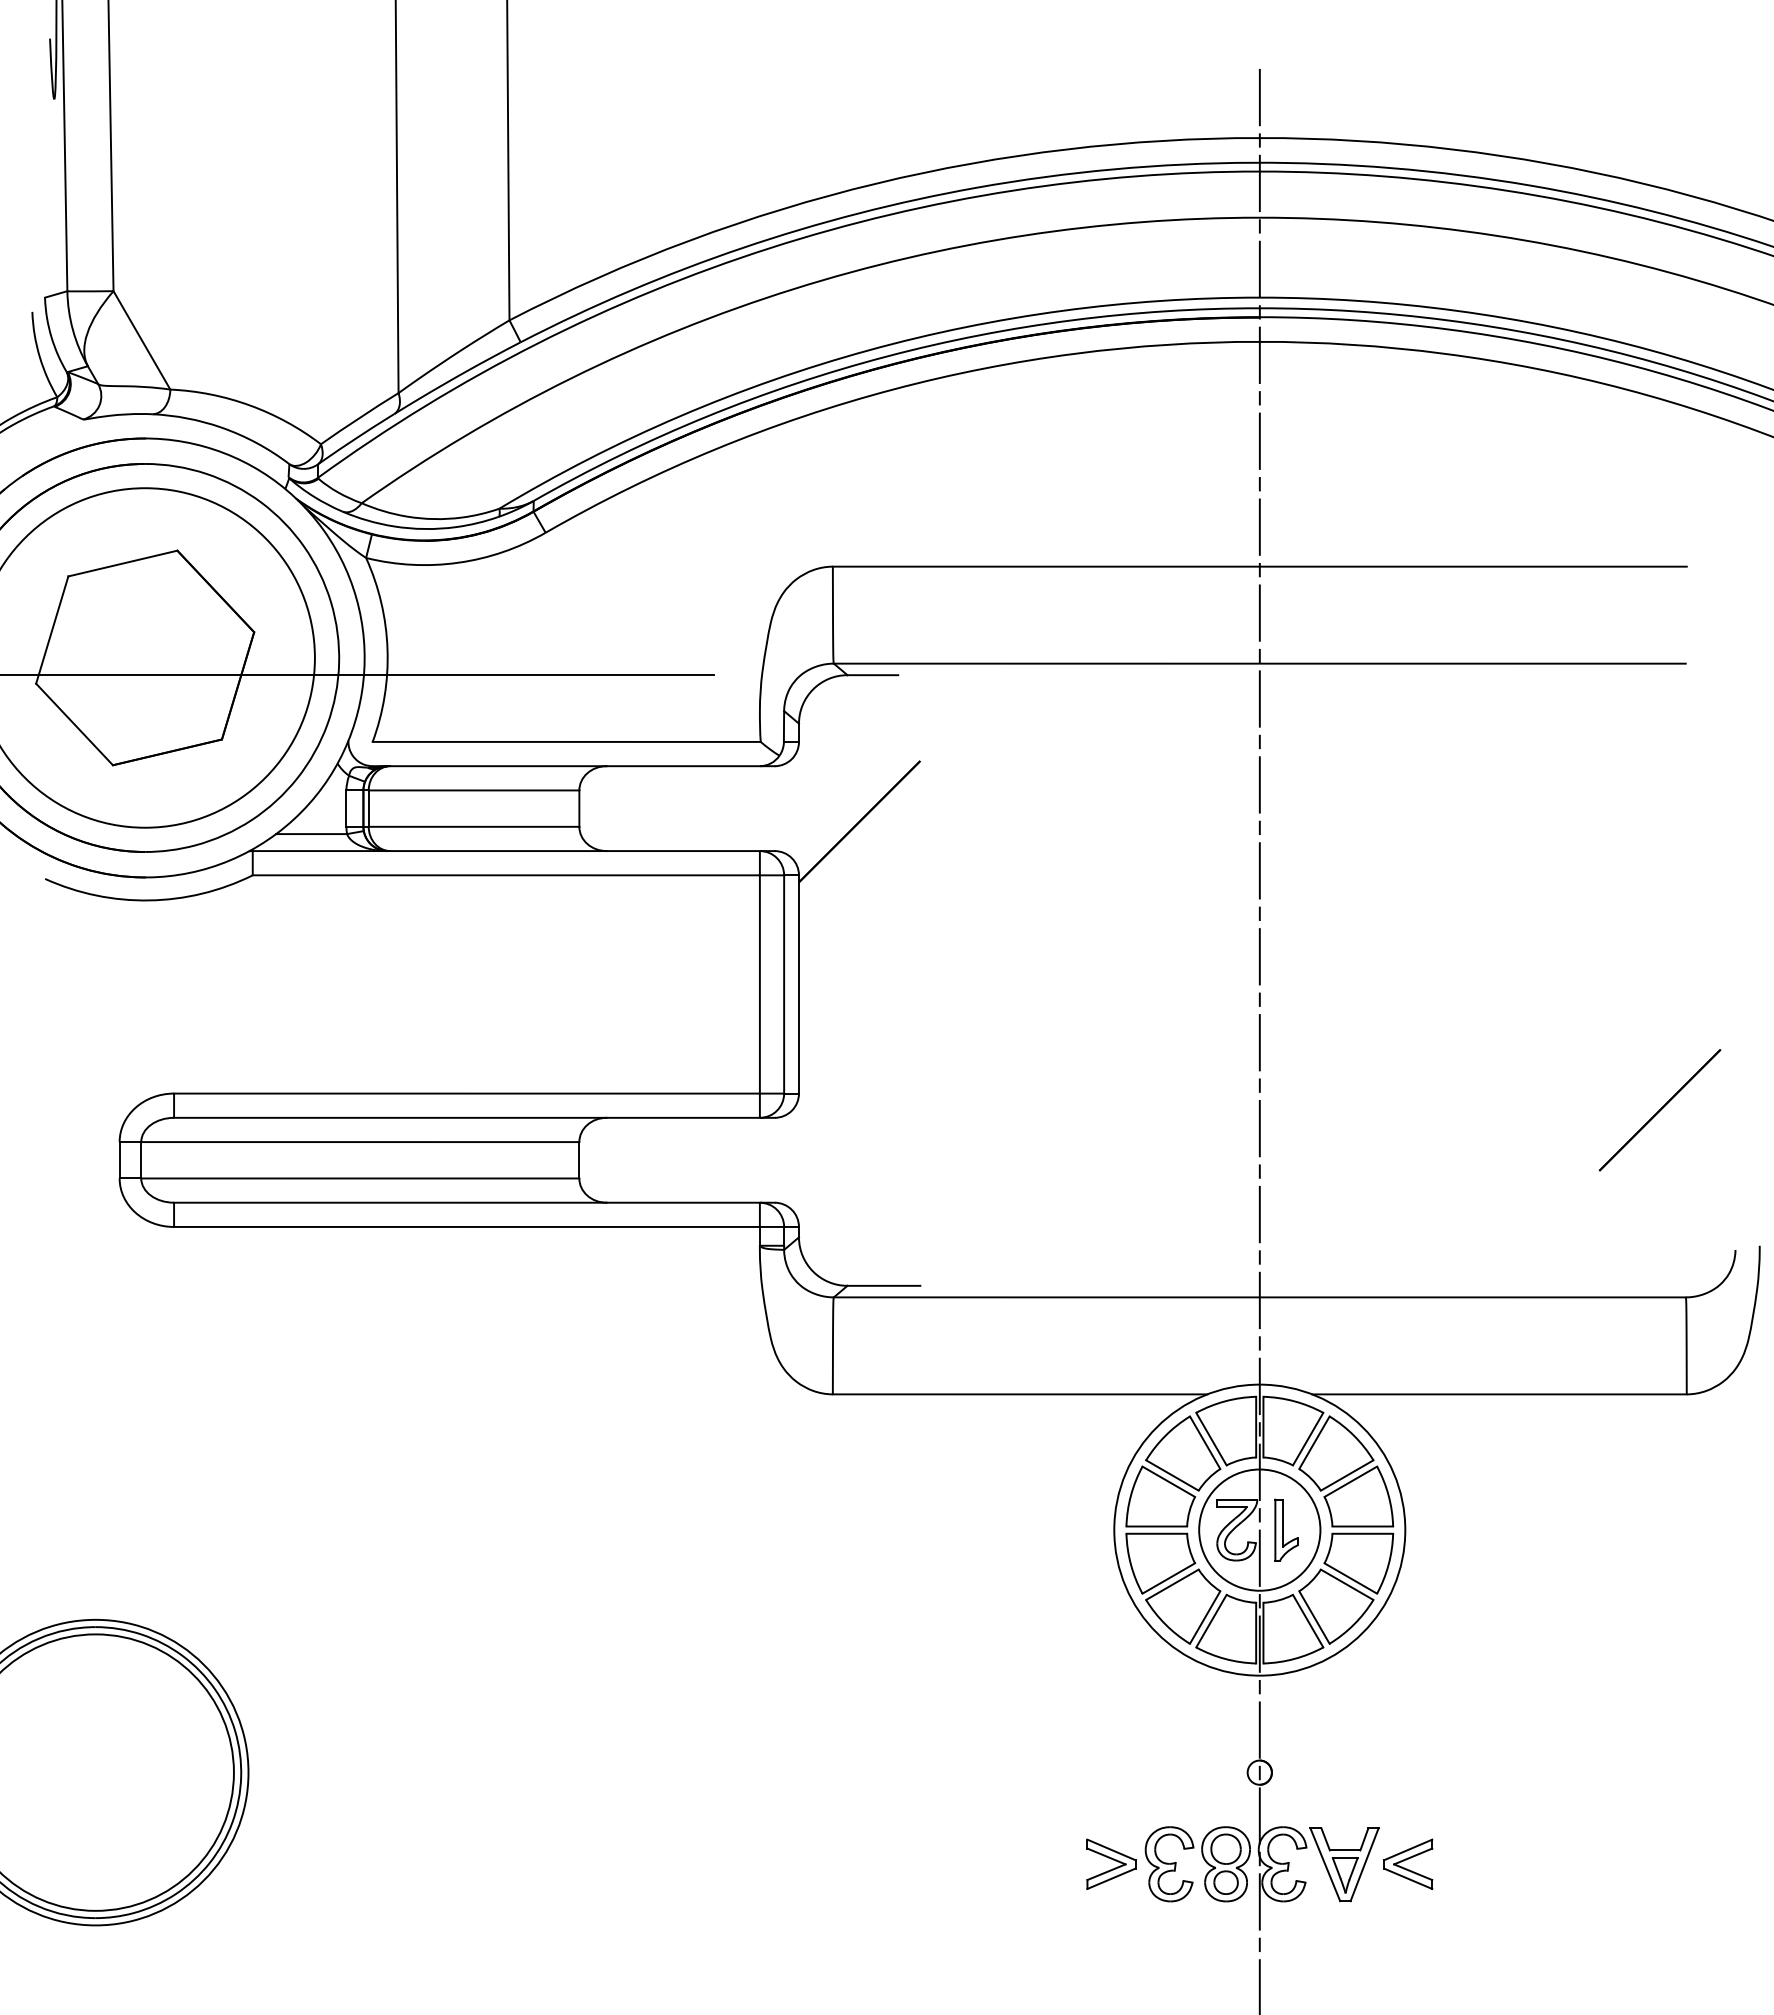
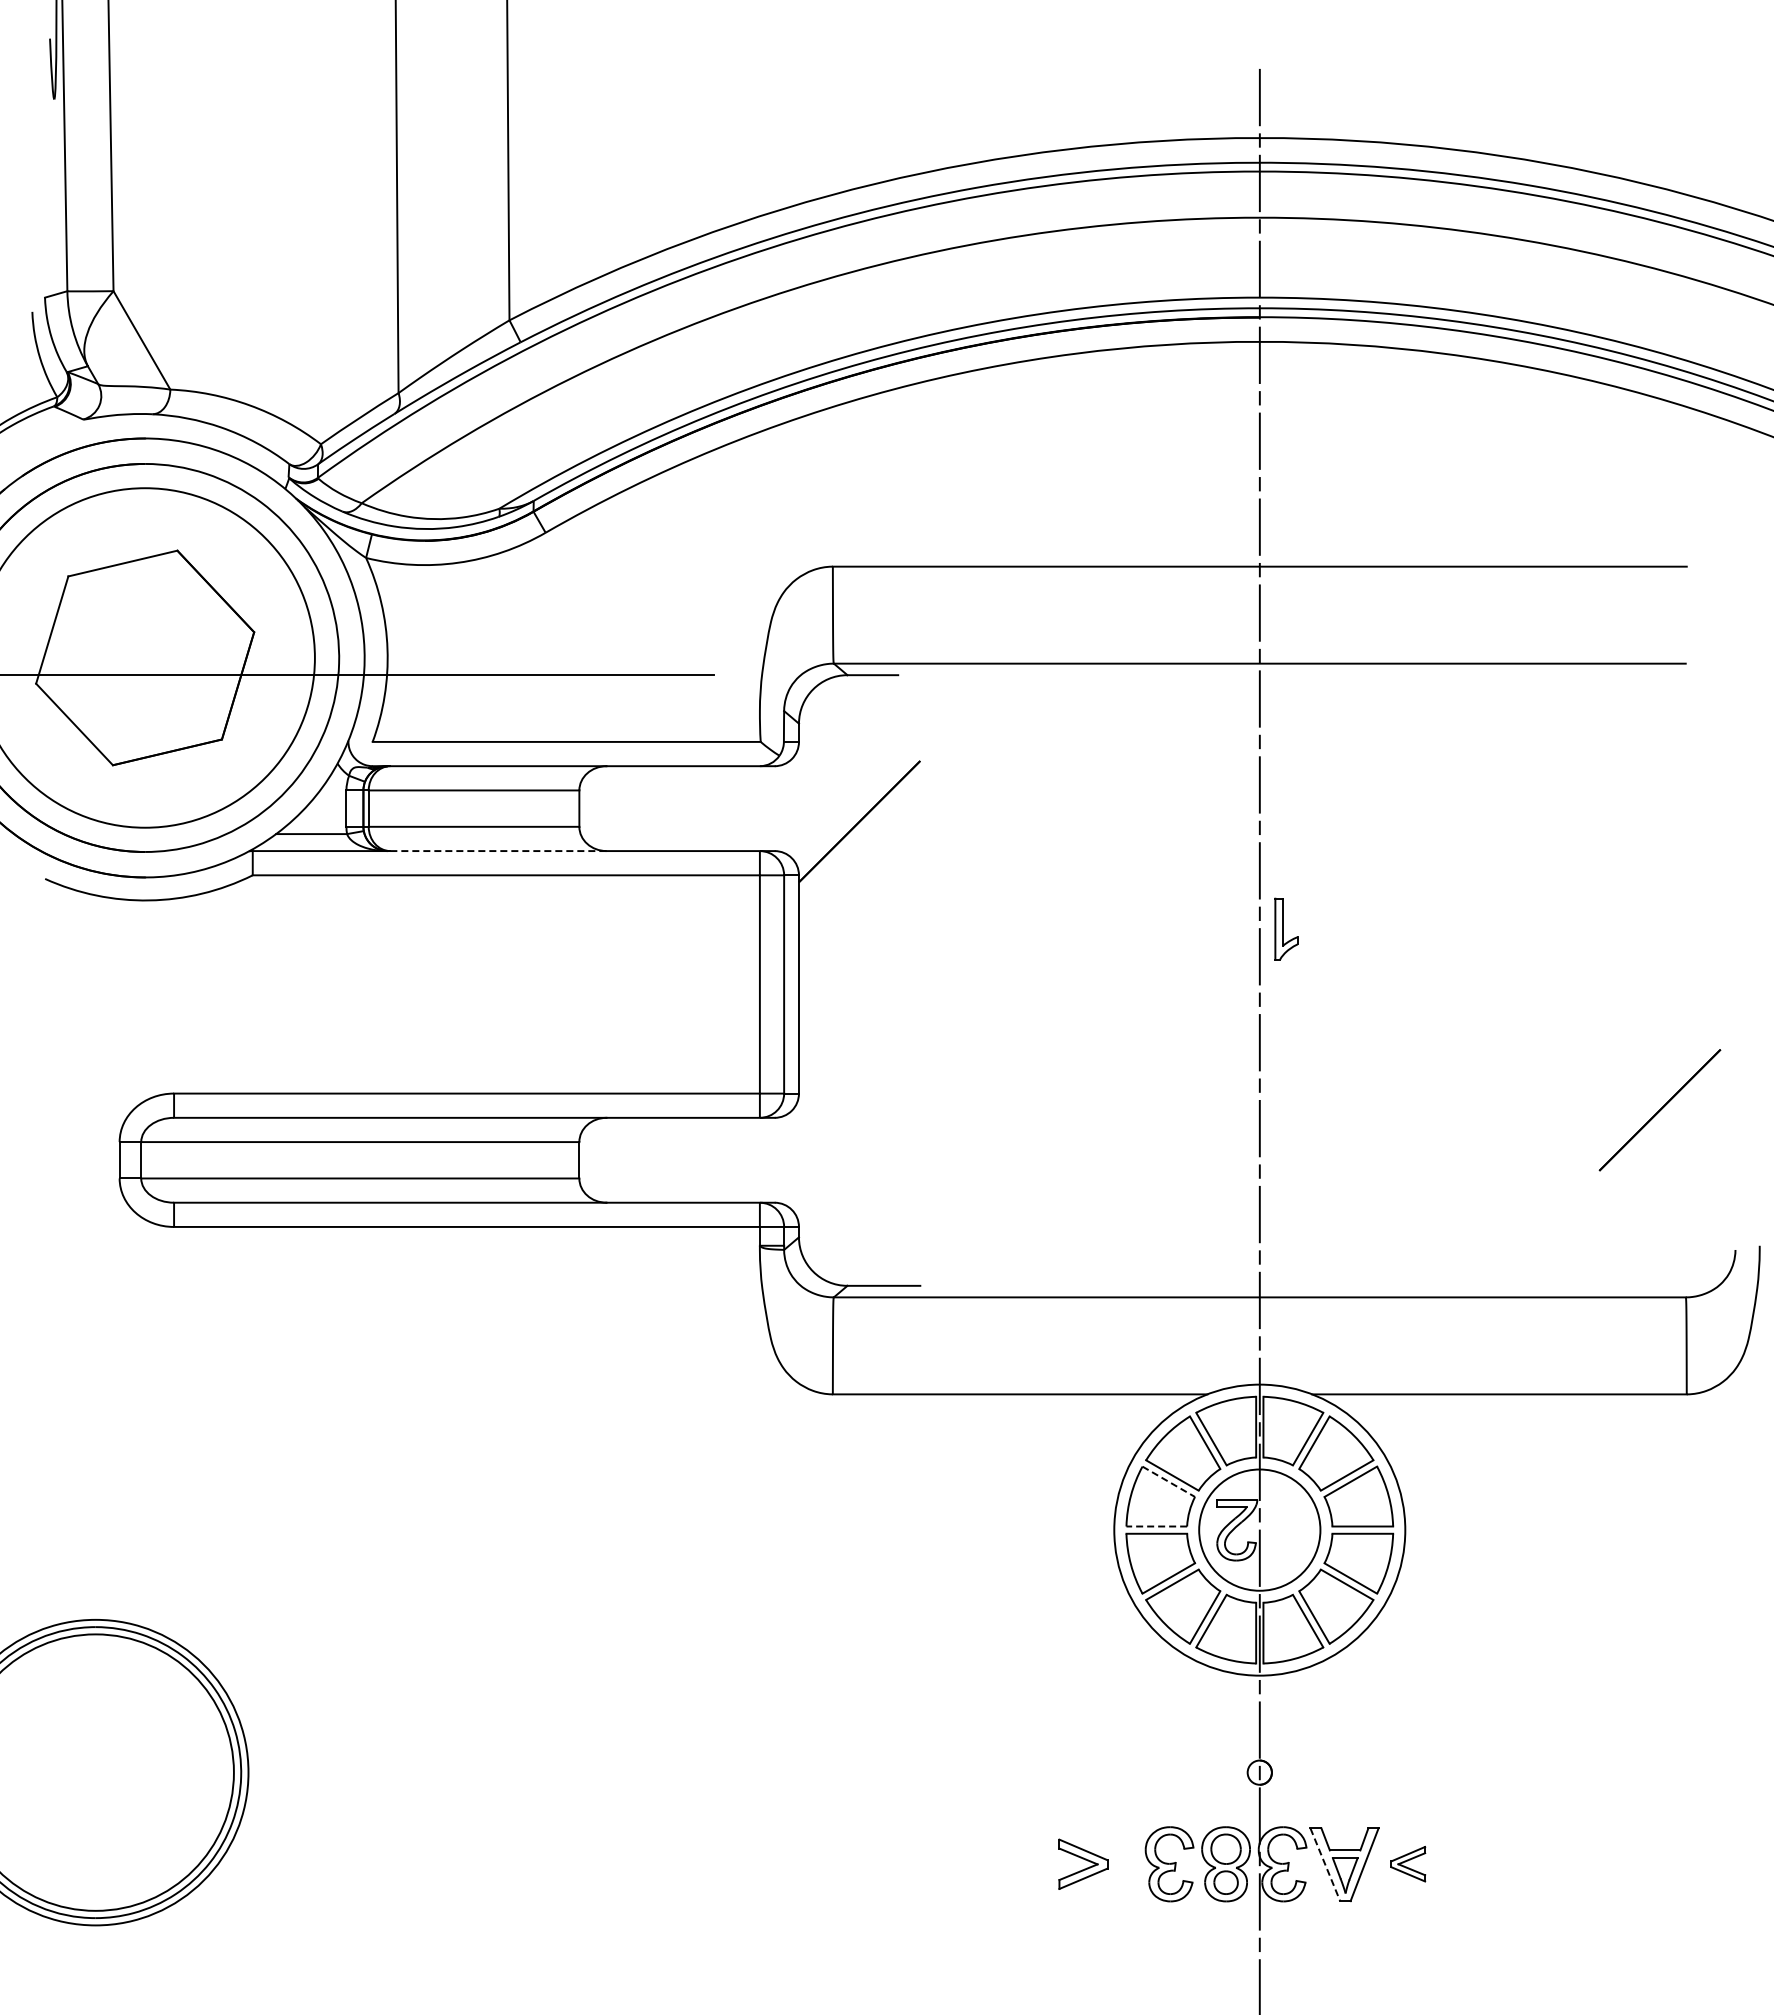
line at (498, 851): solid -> dashed
line at (1169, 1482): solid -> dashed
line at (1156, 1526): solid -> dashed
part at (1286, 1529) position: (1286, 1529) -> (1286, 928)
part at (1111, 1863) position: (1111, 1863) -> (1083, 1863)
part at (1408, 1863) size: 51x52 px -> 37x37 px
line at (1325, 1865): solid -> dashed
